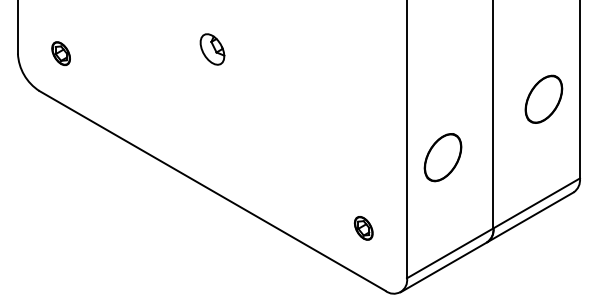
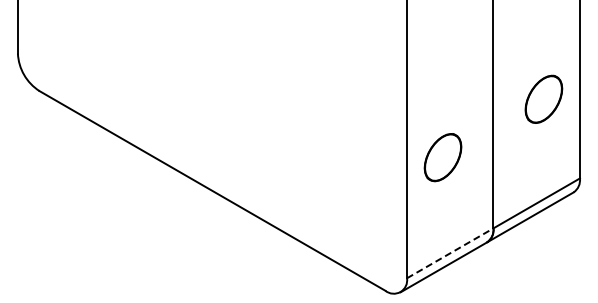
part at (212, 49): present -> none
part at (60, 53): present -> none
part at (363, 228): present -> none
line at (450, 253): solid -> dashed
